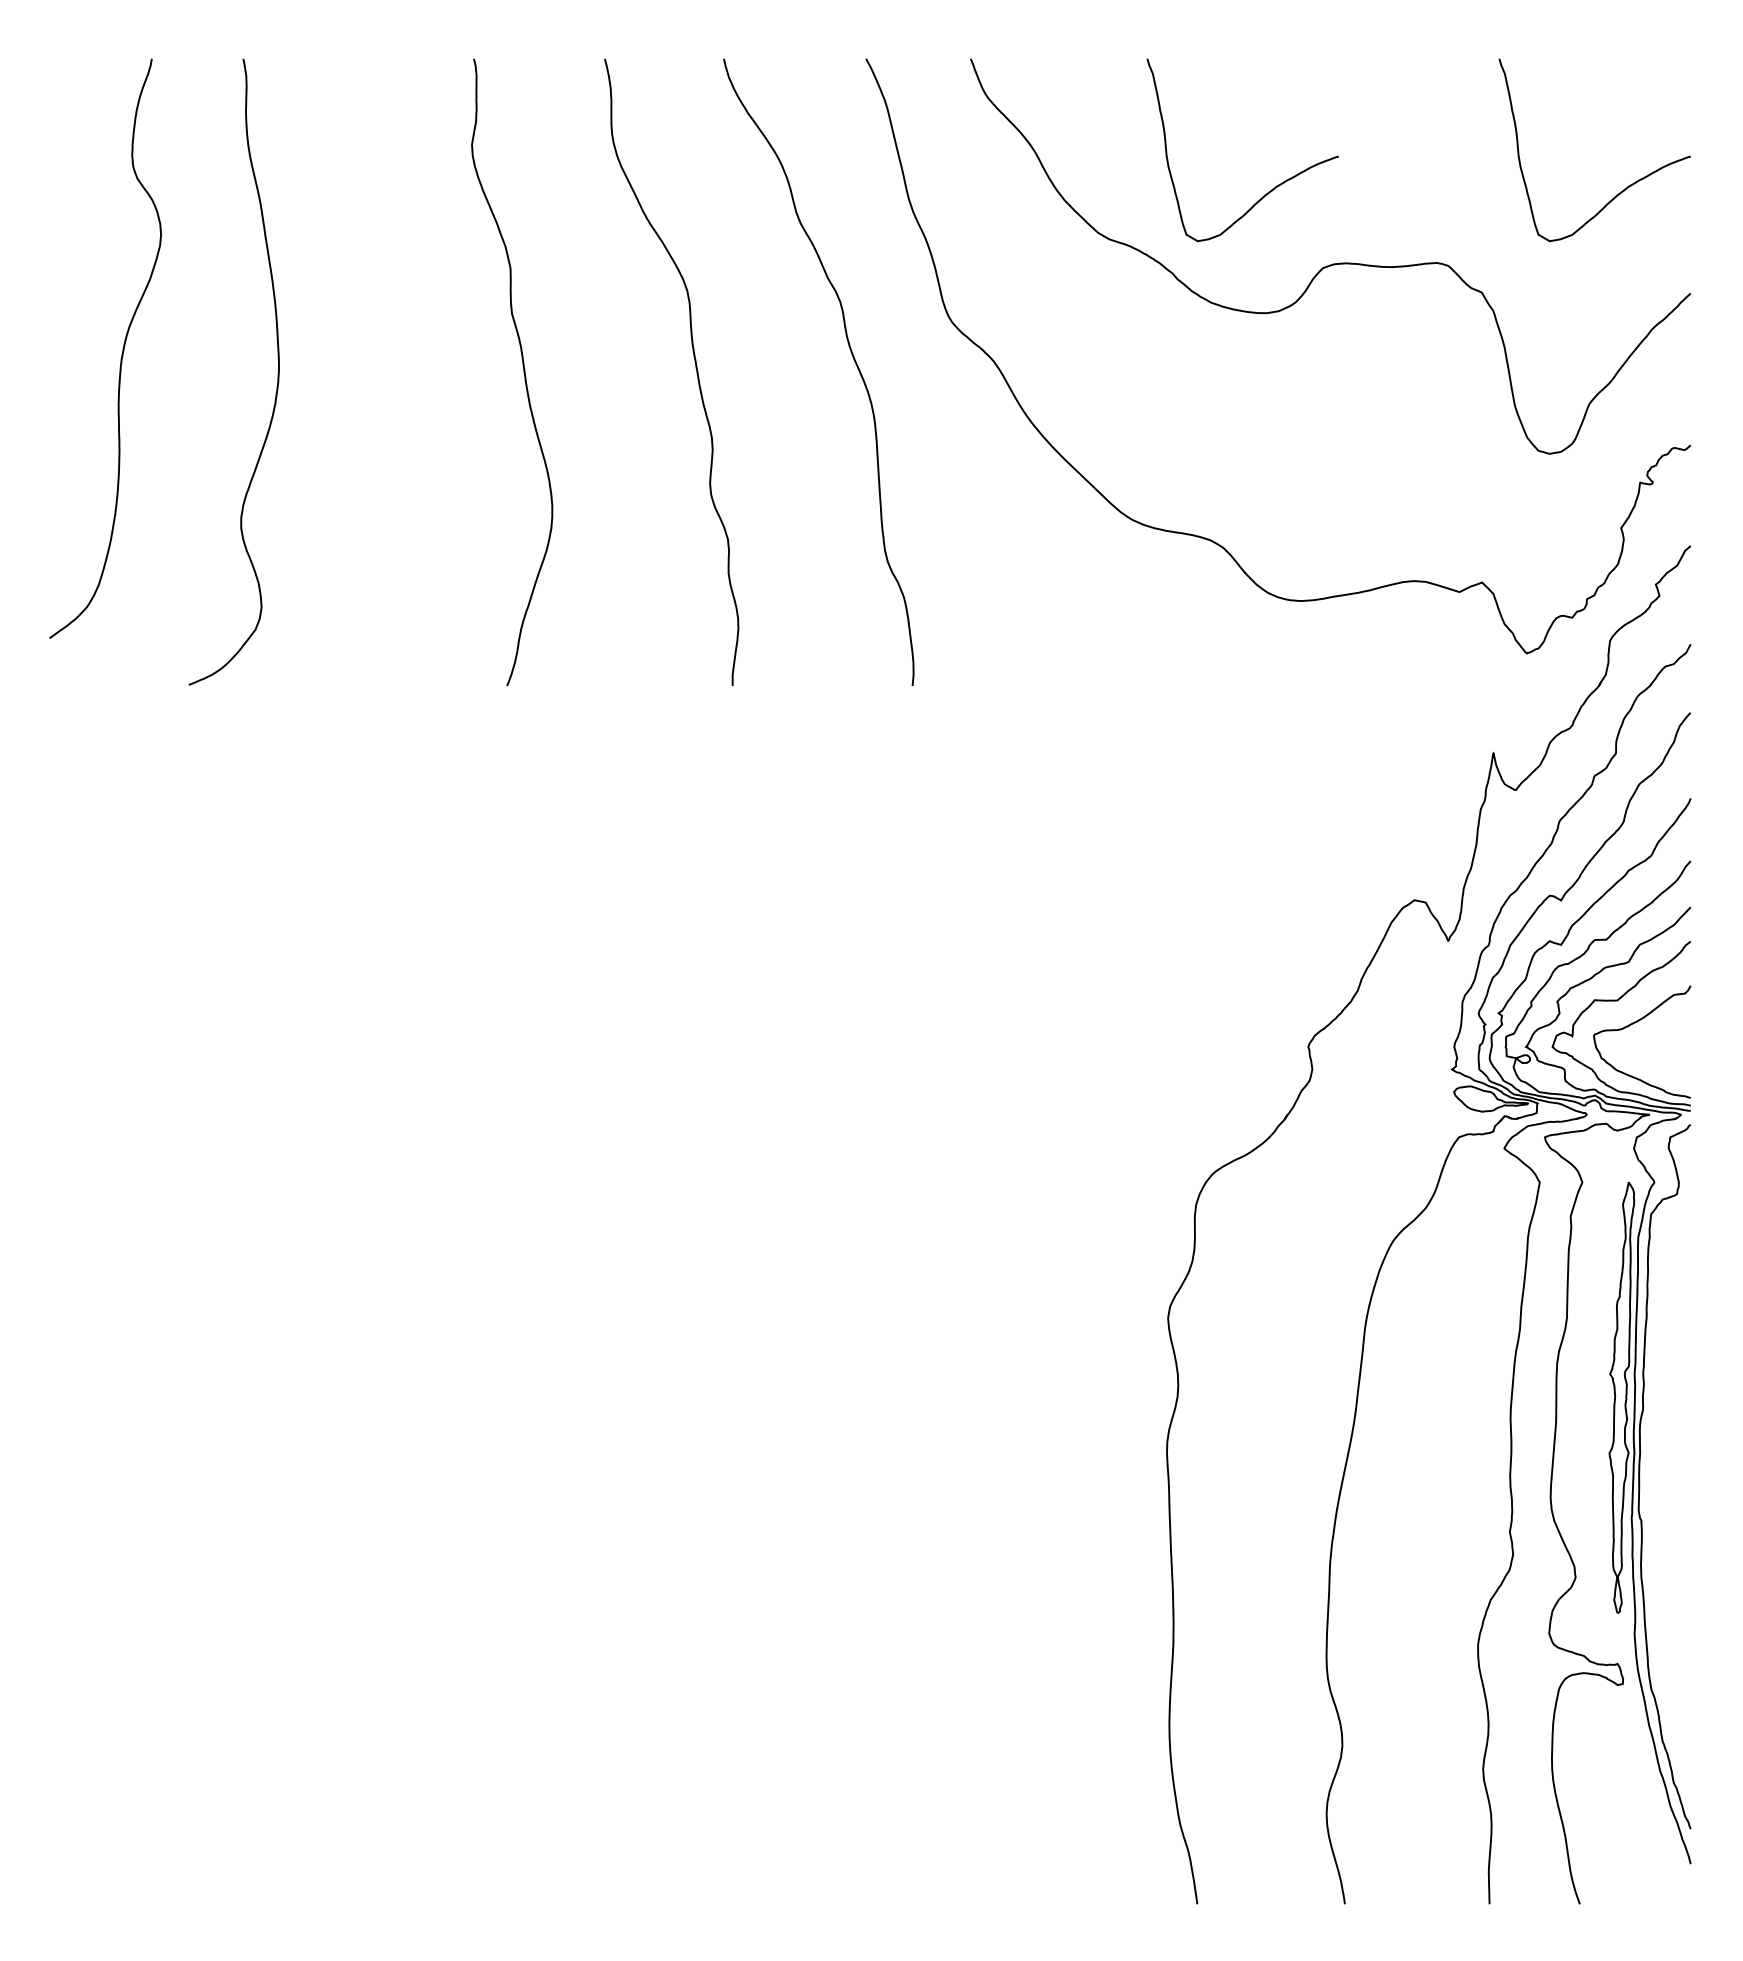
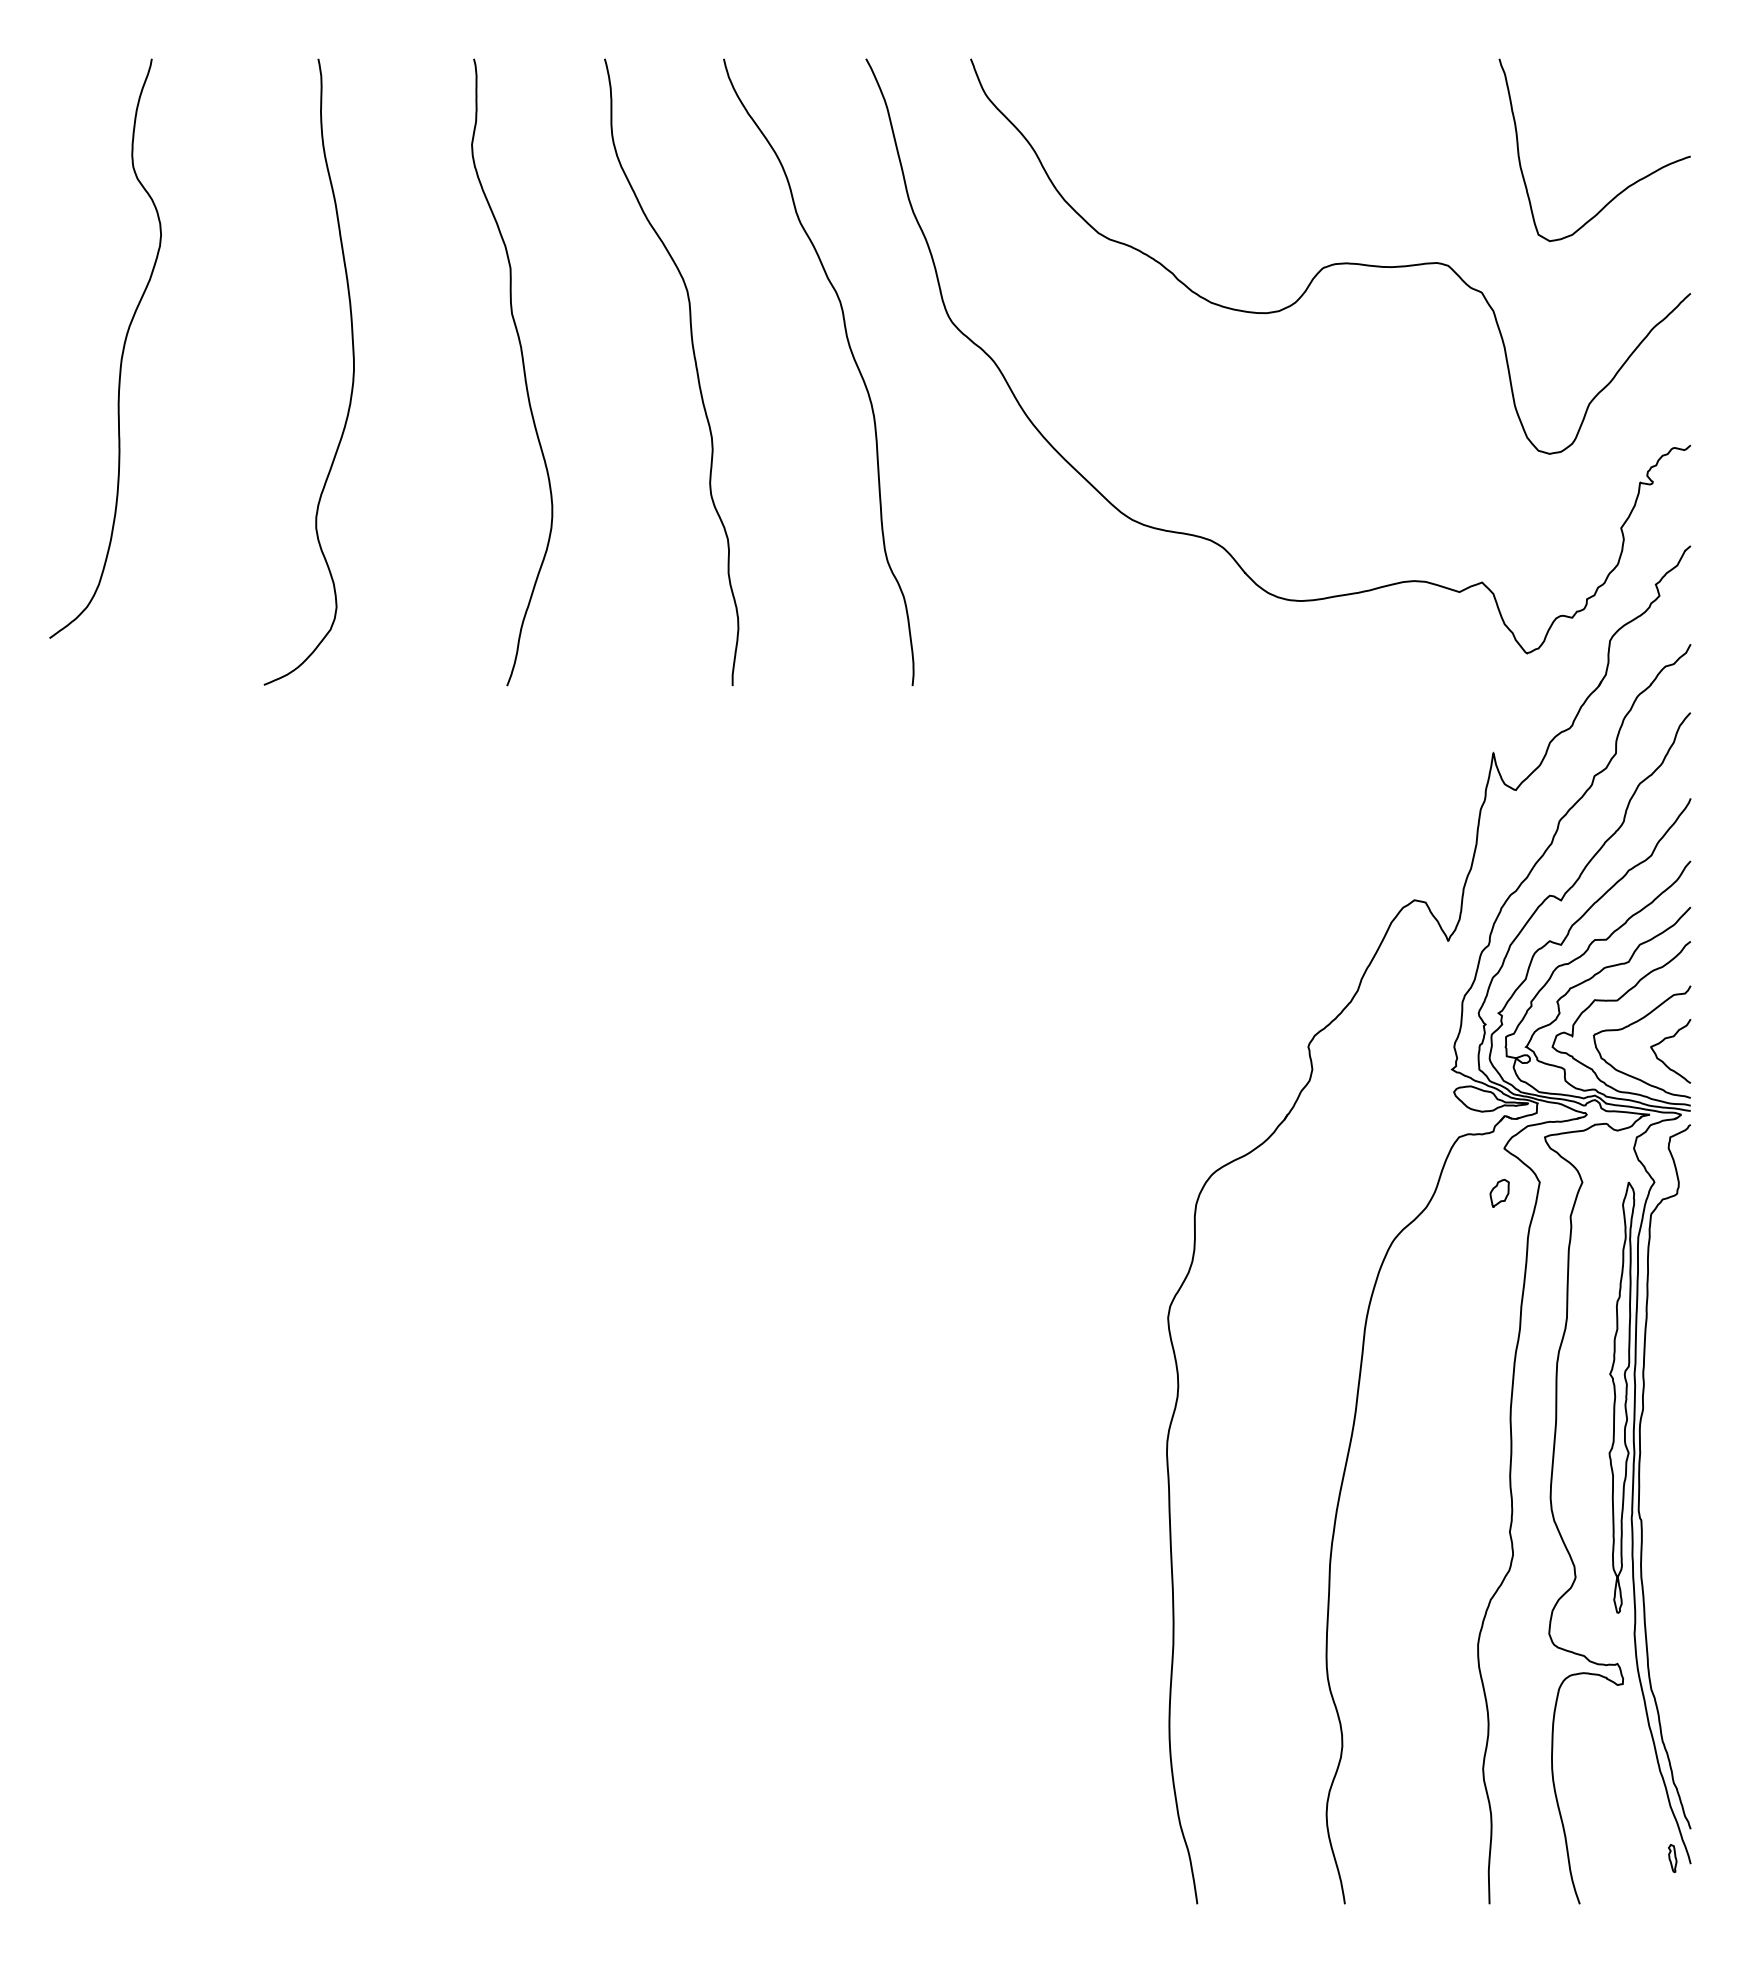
curve at (1272, 188): present -> none
curve at (277, 373) position: (277, 373) -> (352, 373)
curve at (1662, 1042): none -> present
part at (1499, 1192): none -> present
part at (1672, 1858): none -> present
